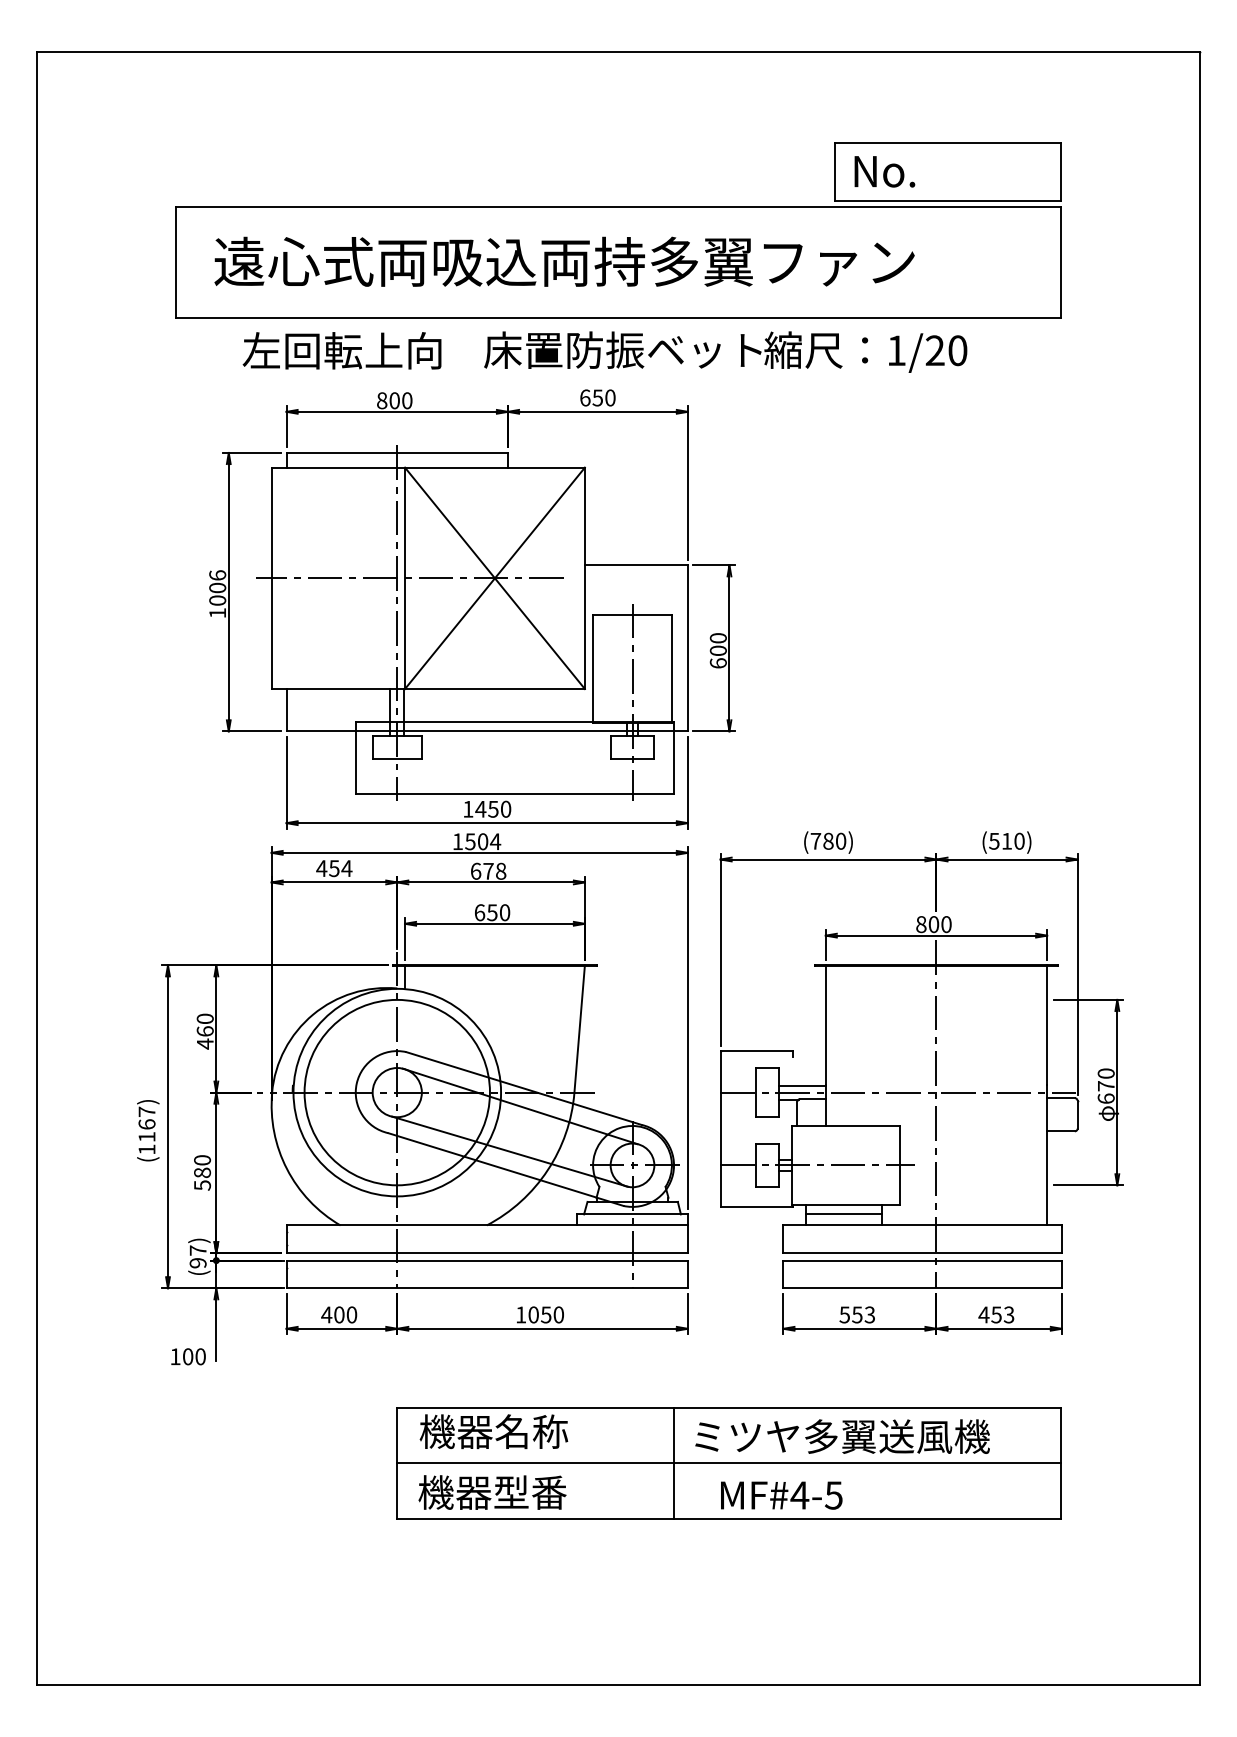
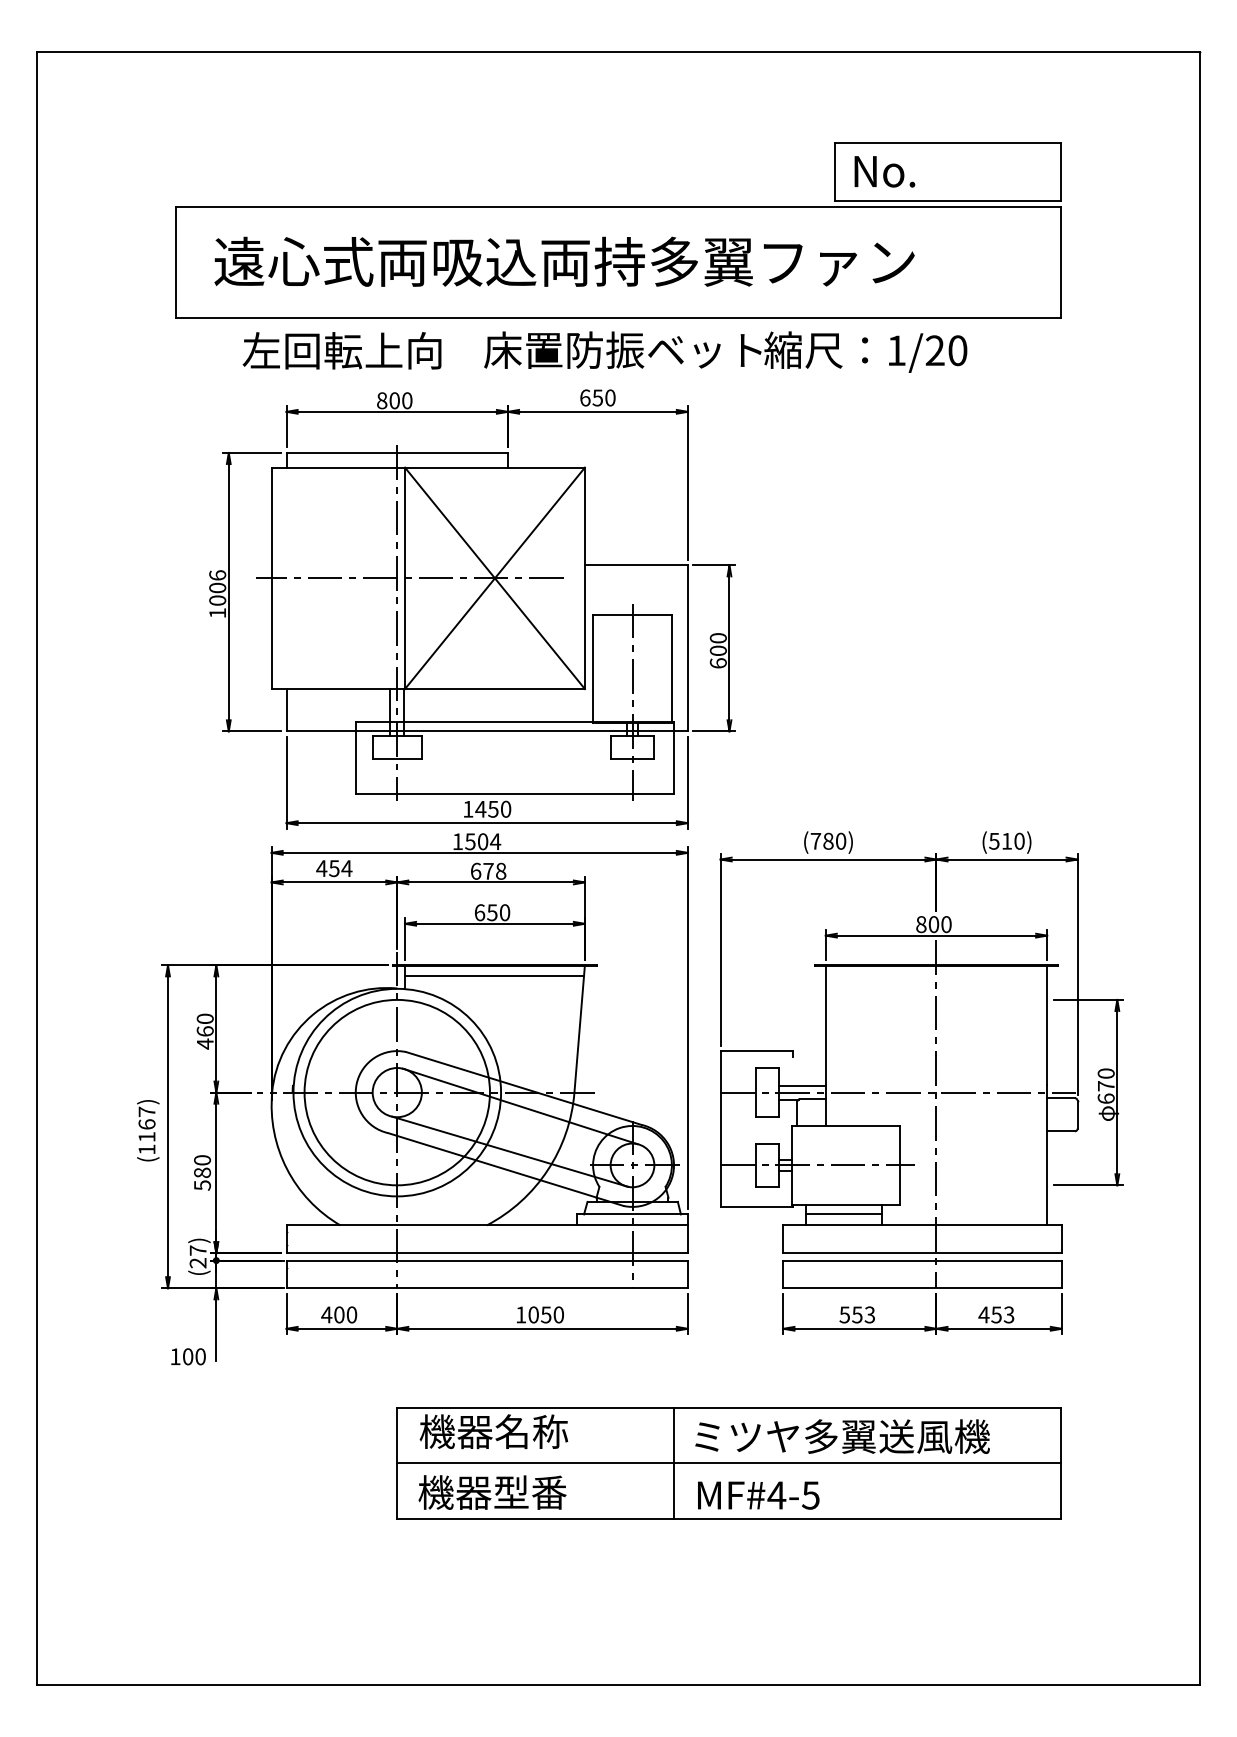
line at (494, 976): none -> present
text at (198, 1263): (97) -> (27)
text at (781, 1495) position: (781, 1495) -> (758, 1495)
